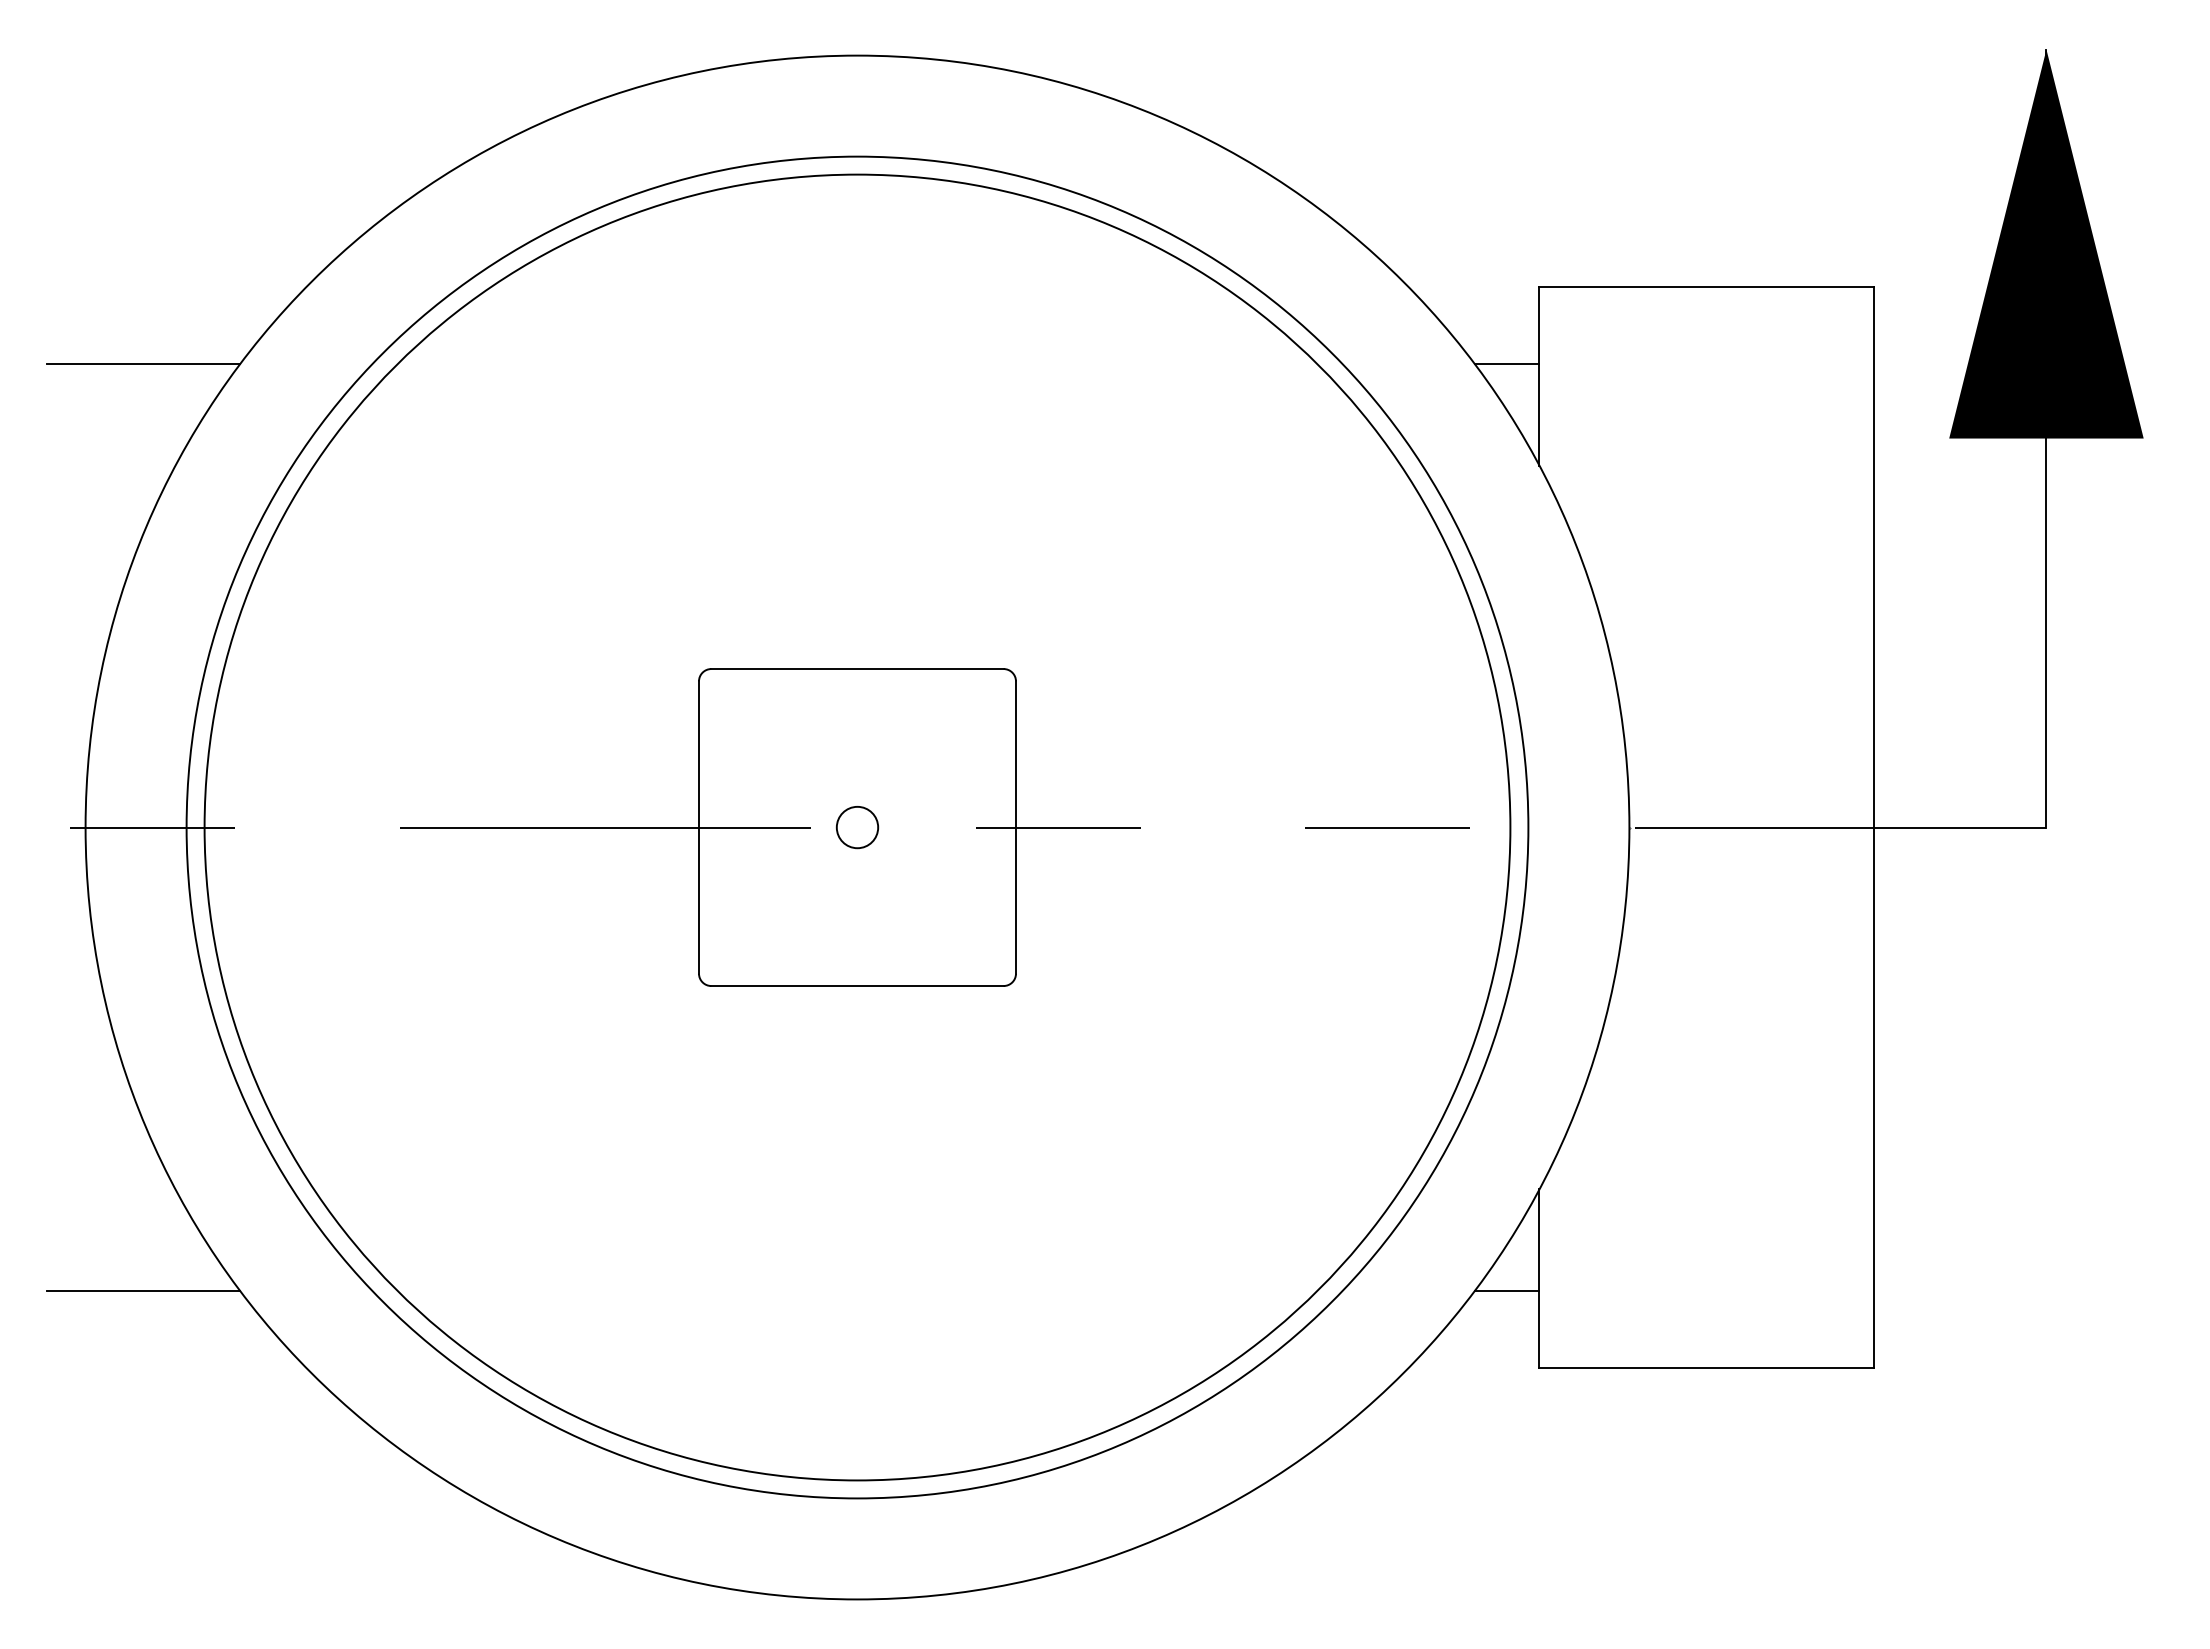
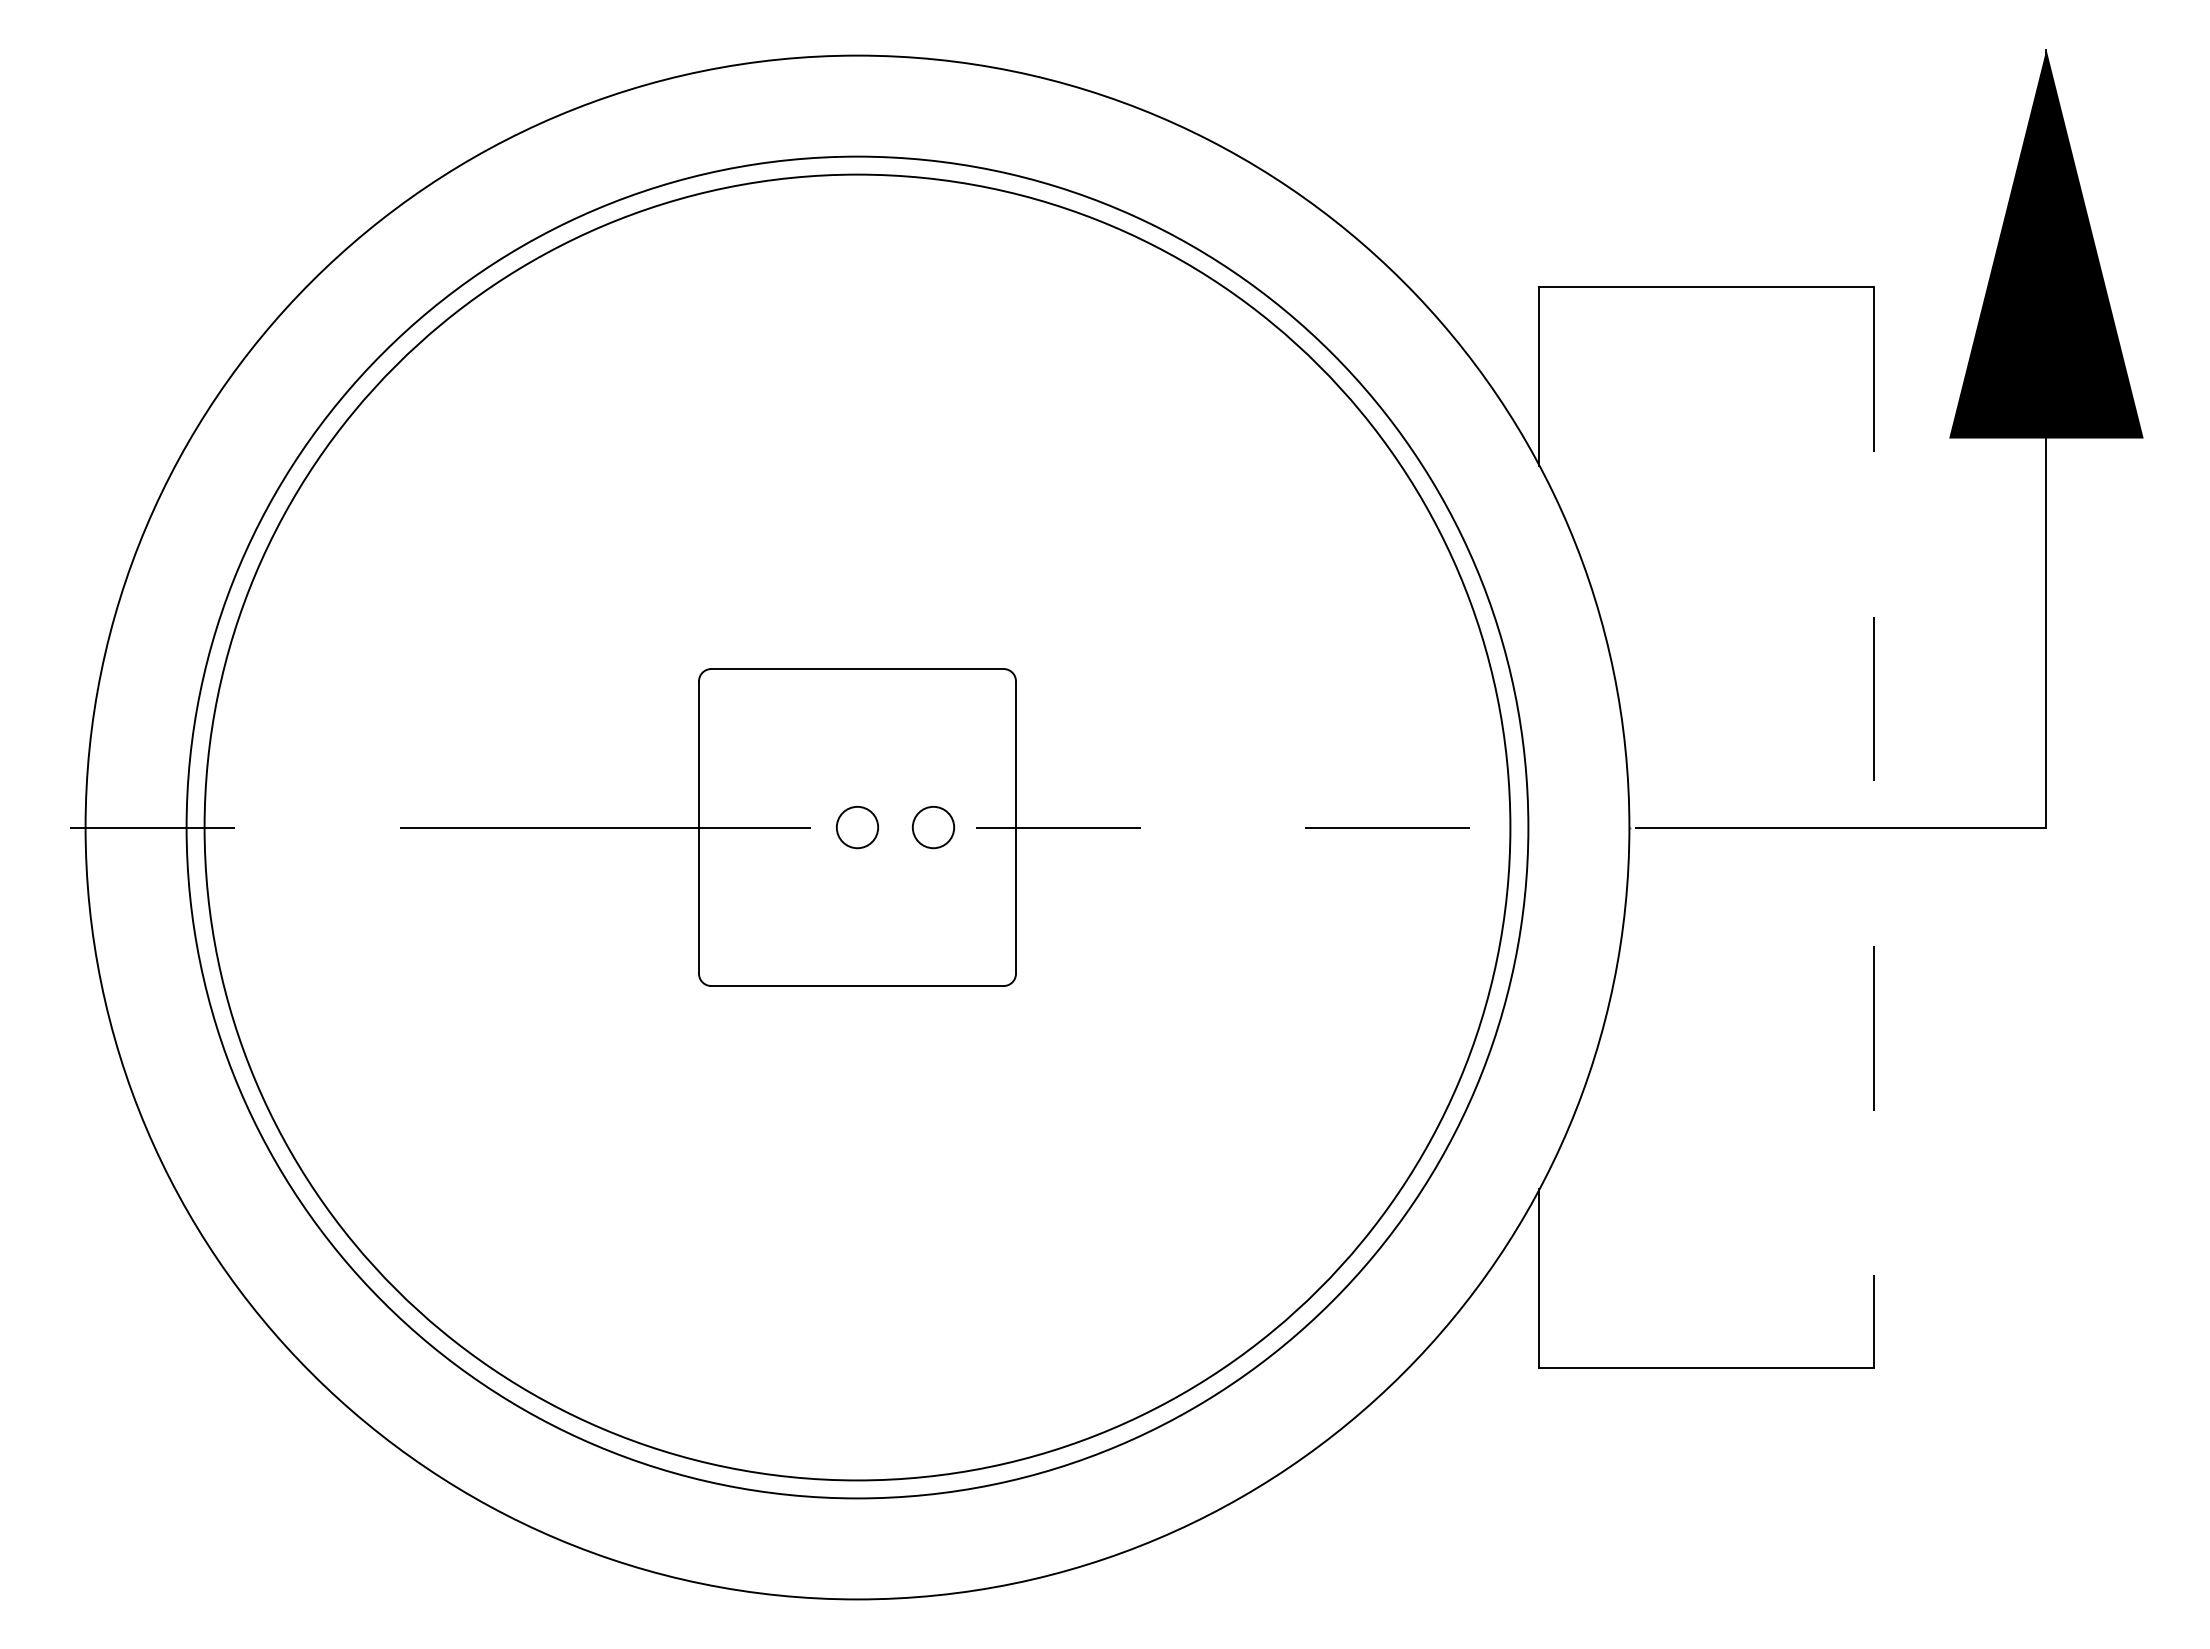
line at (143, 364): present -> none
line at (1507, 364): present -> none
circle at (933, 827): none -> present
line at (1873, 828): solid -> dashed
line at (143, 1290): present -> none
line at (1507, 1290): present -> none
